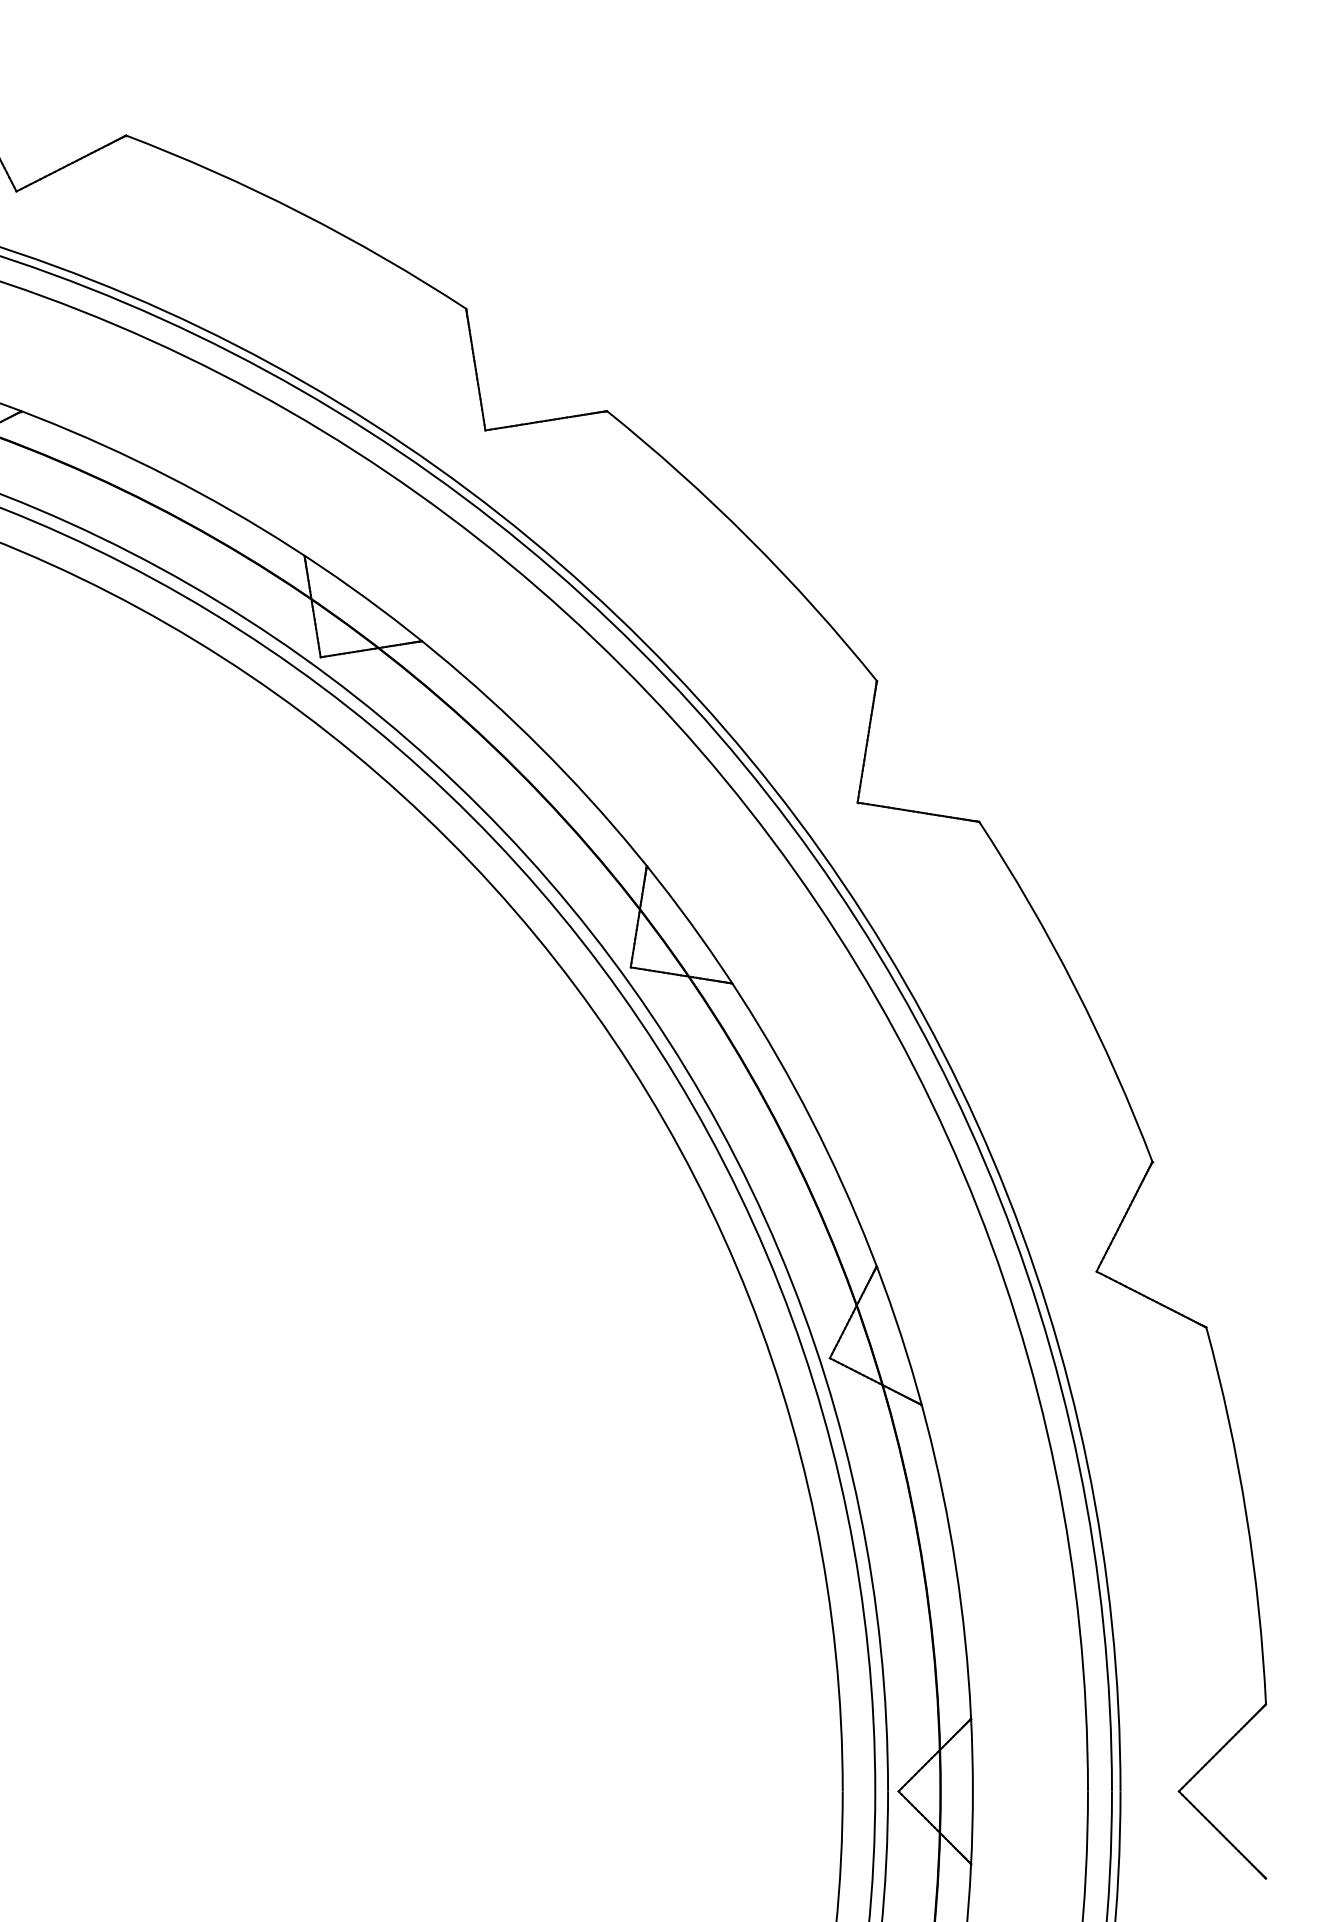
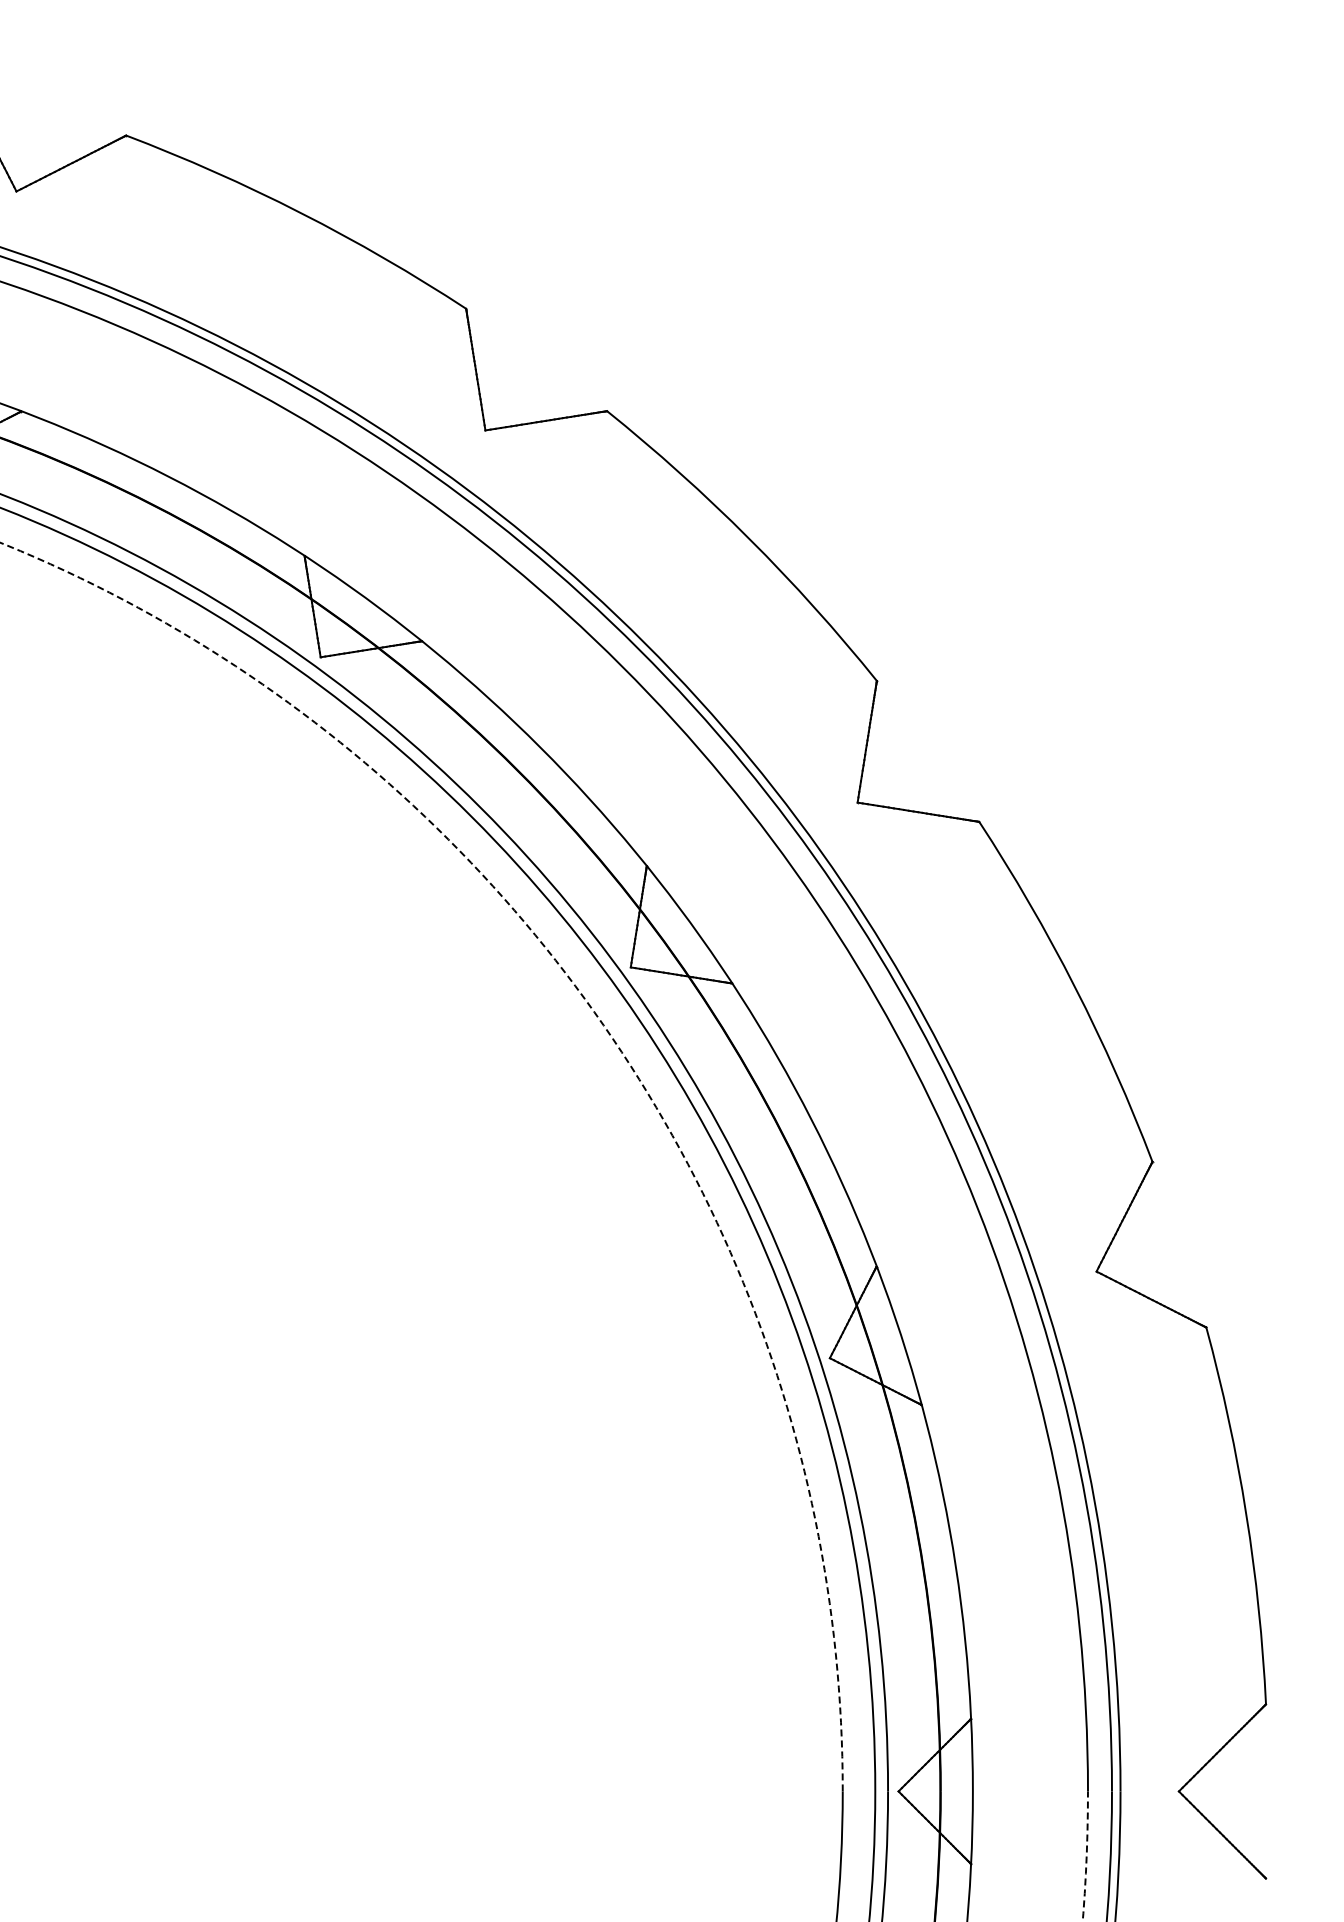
arc at (611, 1037): solid -> dashed
arc at (1086, 1856): solid -> dashed
